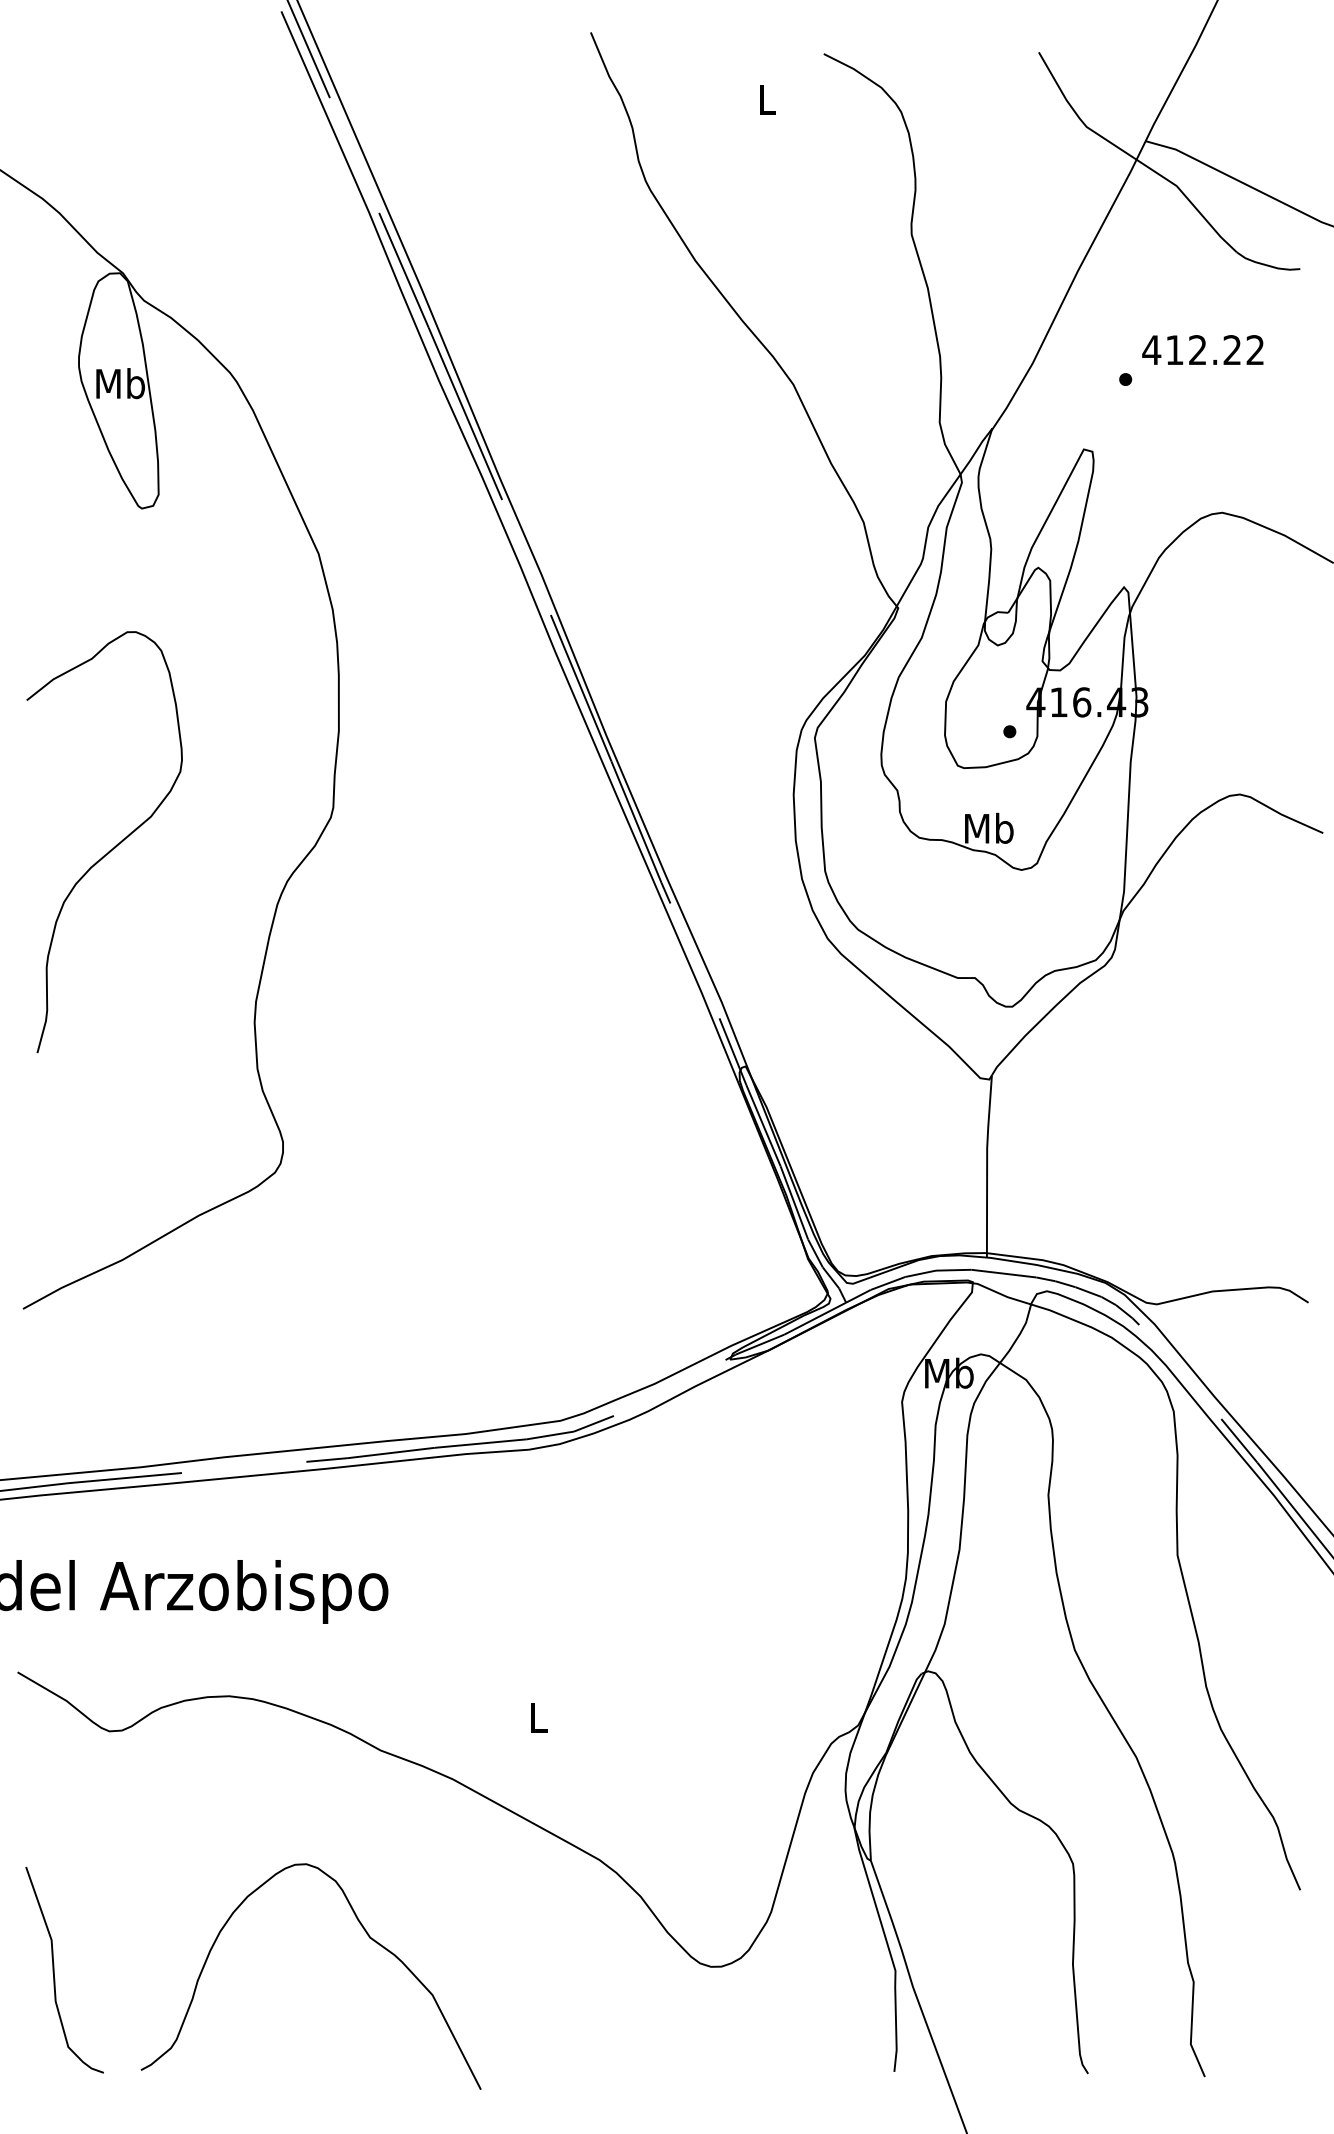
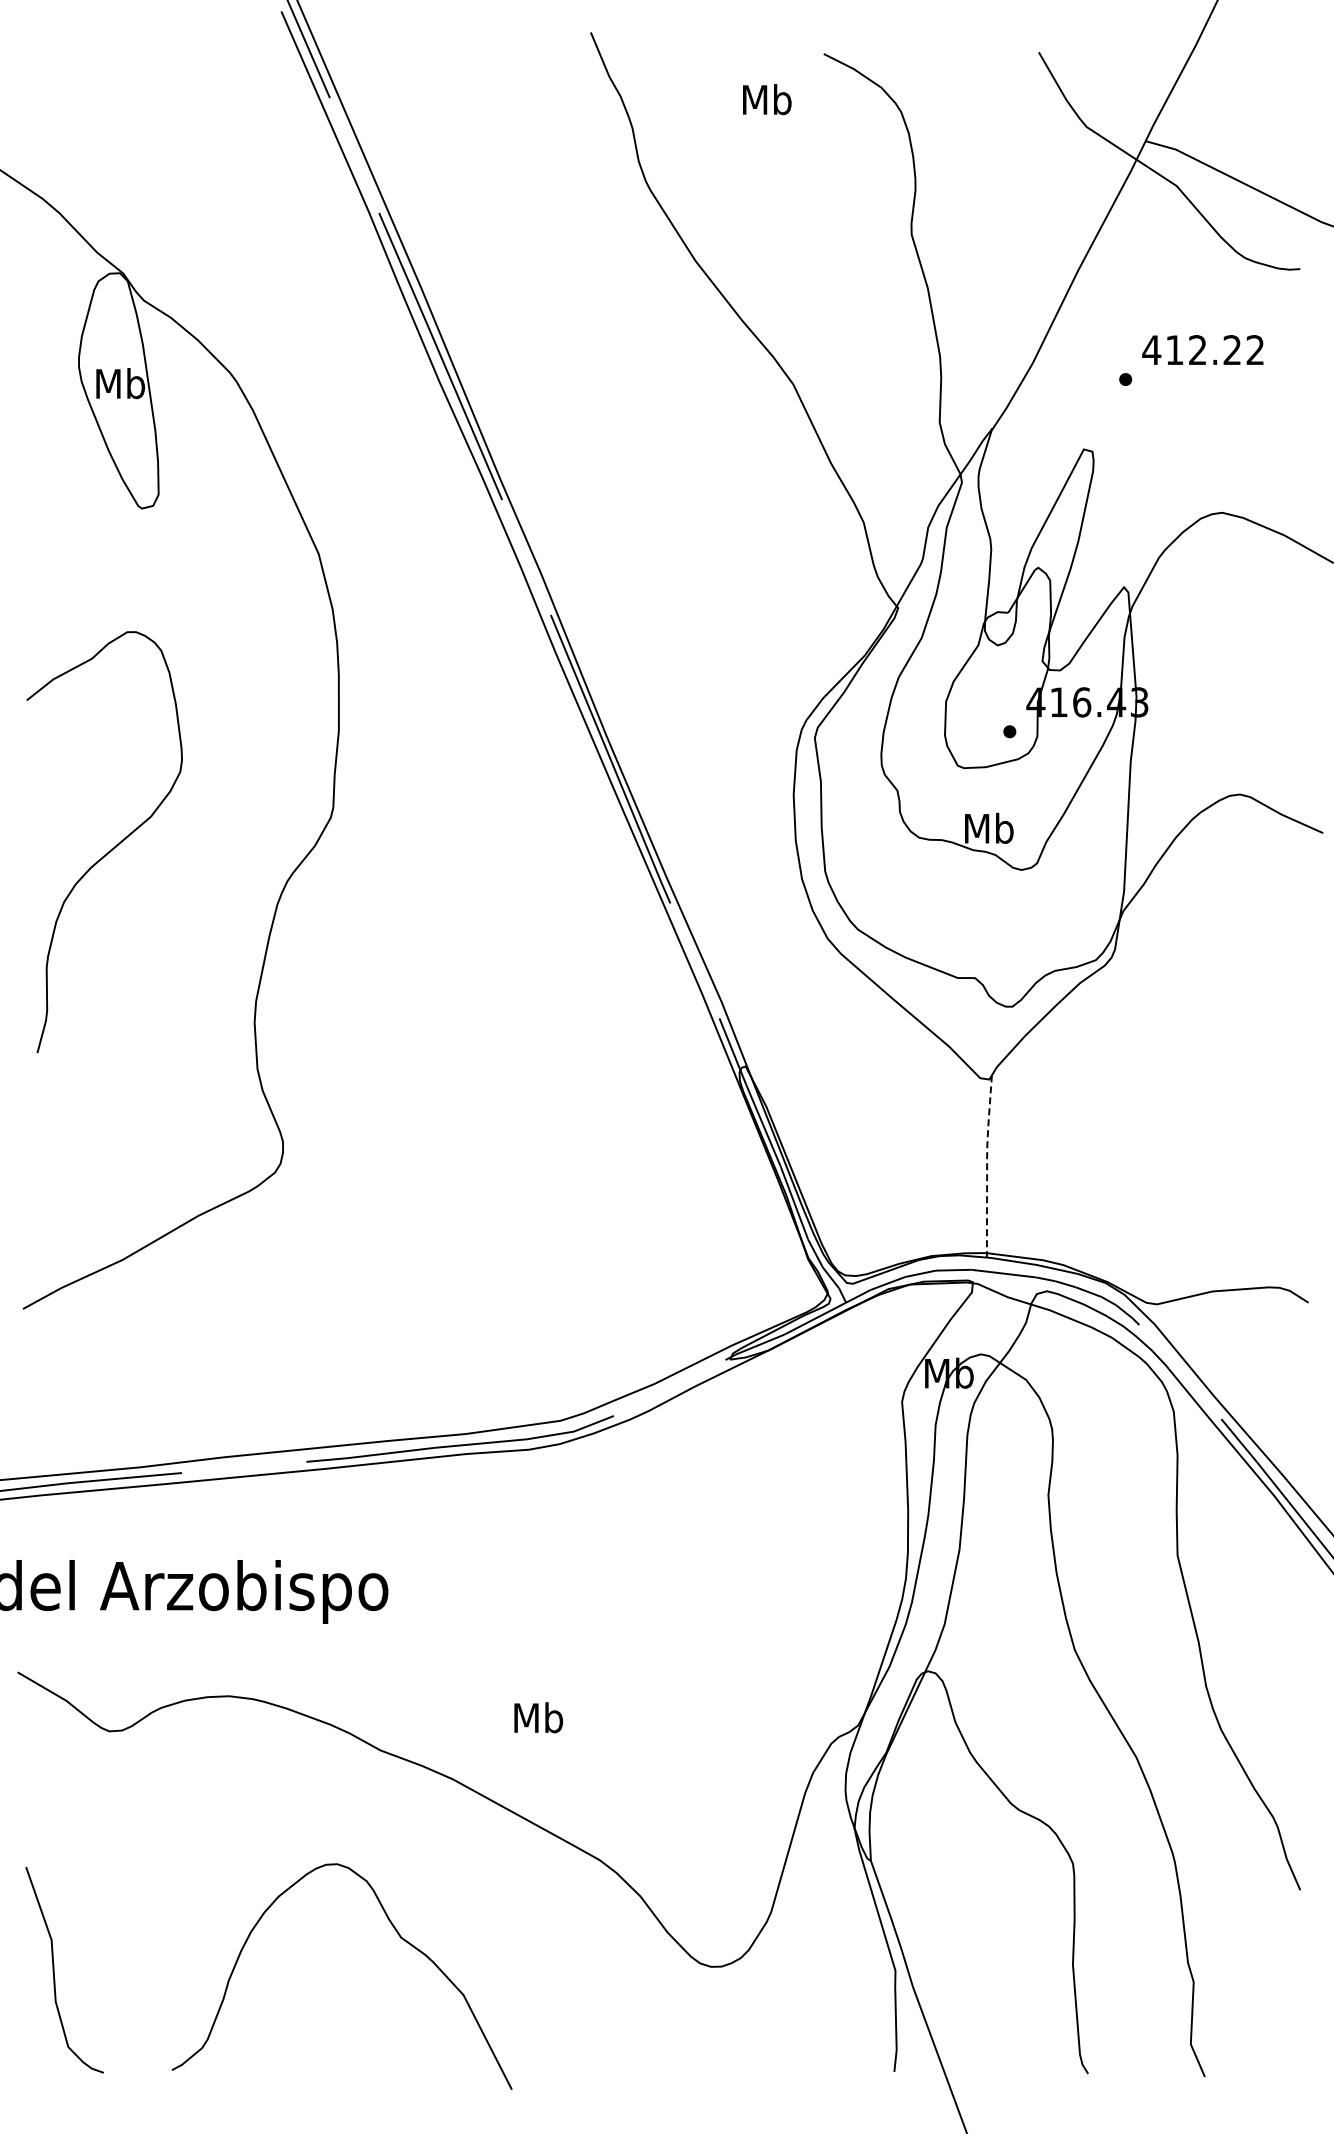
text at (767, 99): L -> Mb
line at (987, 1165): solid -> dashed
text at (538, 1717): L -> Mb
curve at (369, 1938) position: (369, 1938) -> (400, 1938)
